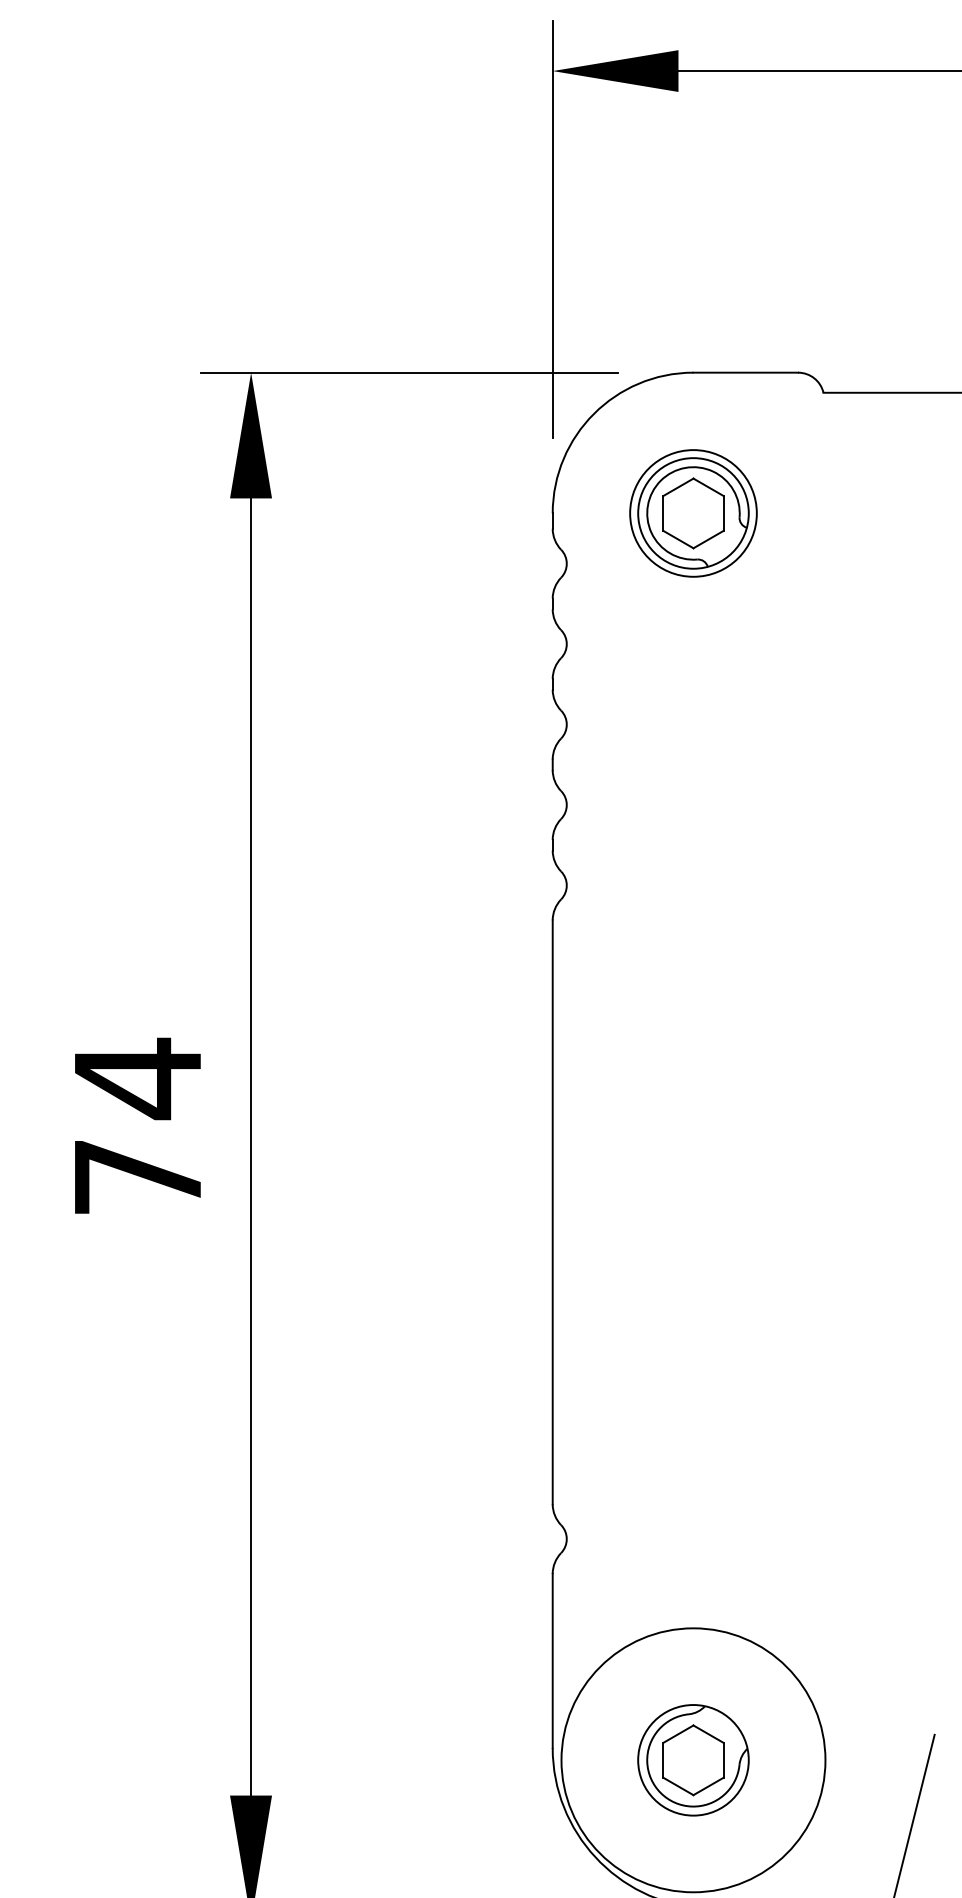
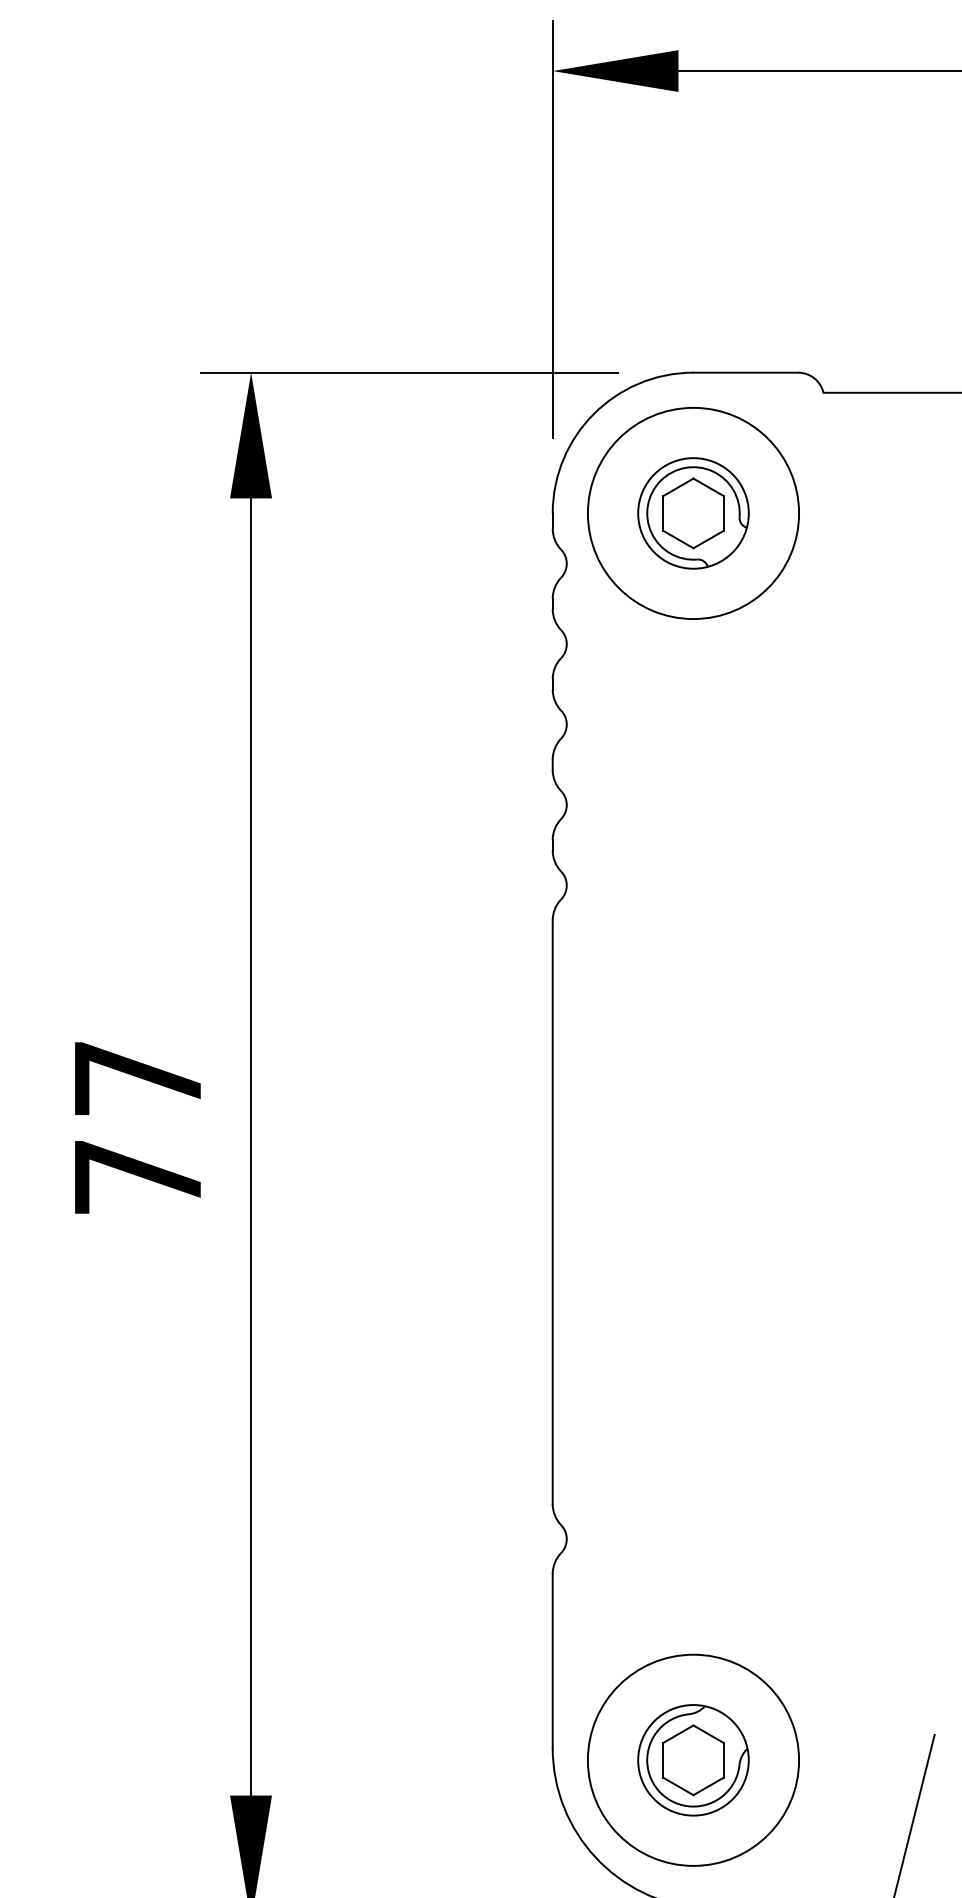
circle at (693, 513) diameter: 127 px -> 211 px
text at (137, 1078): 74 -> 77
circle at (693, 1760) diameter: 264 px -> 211 px
